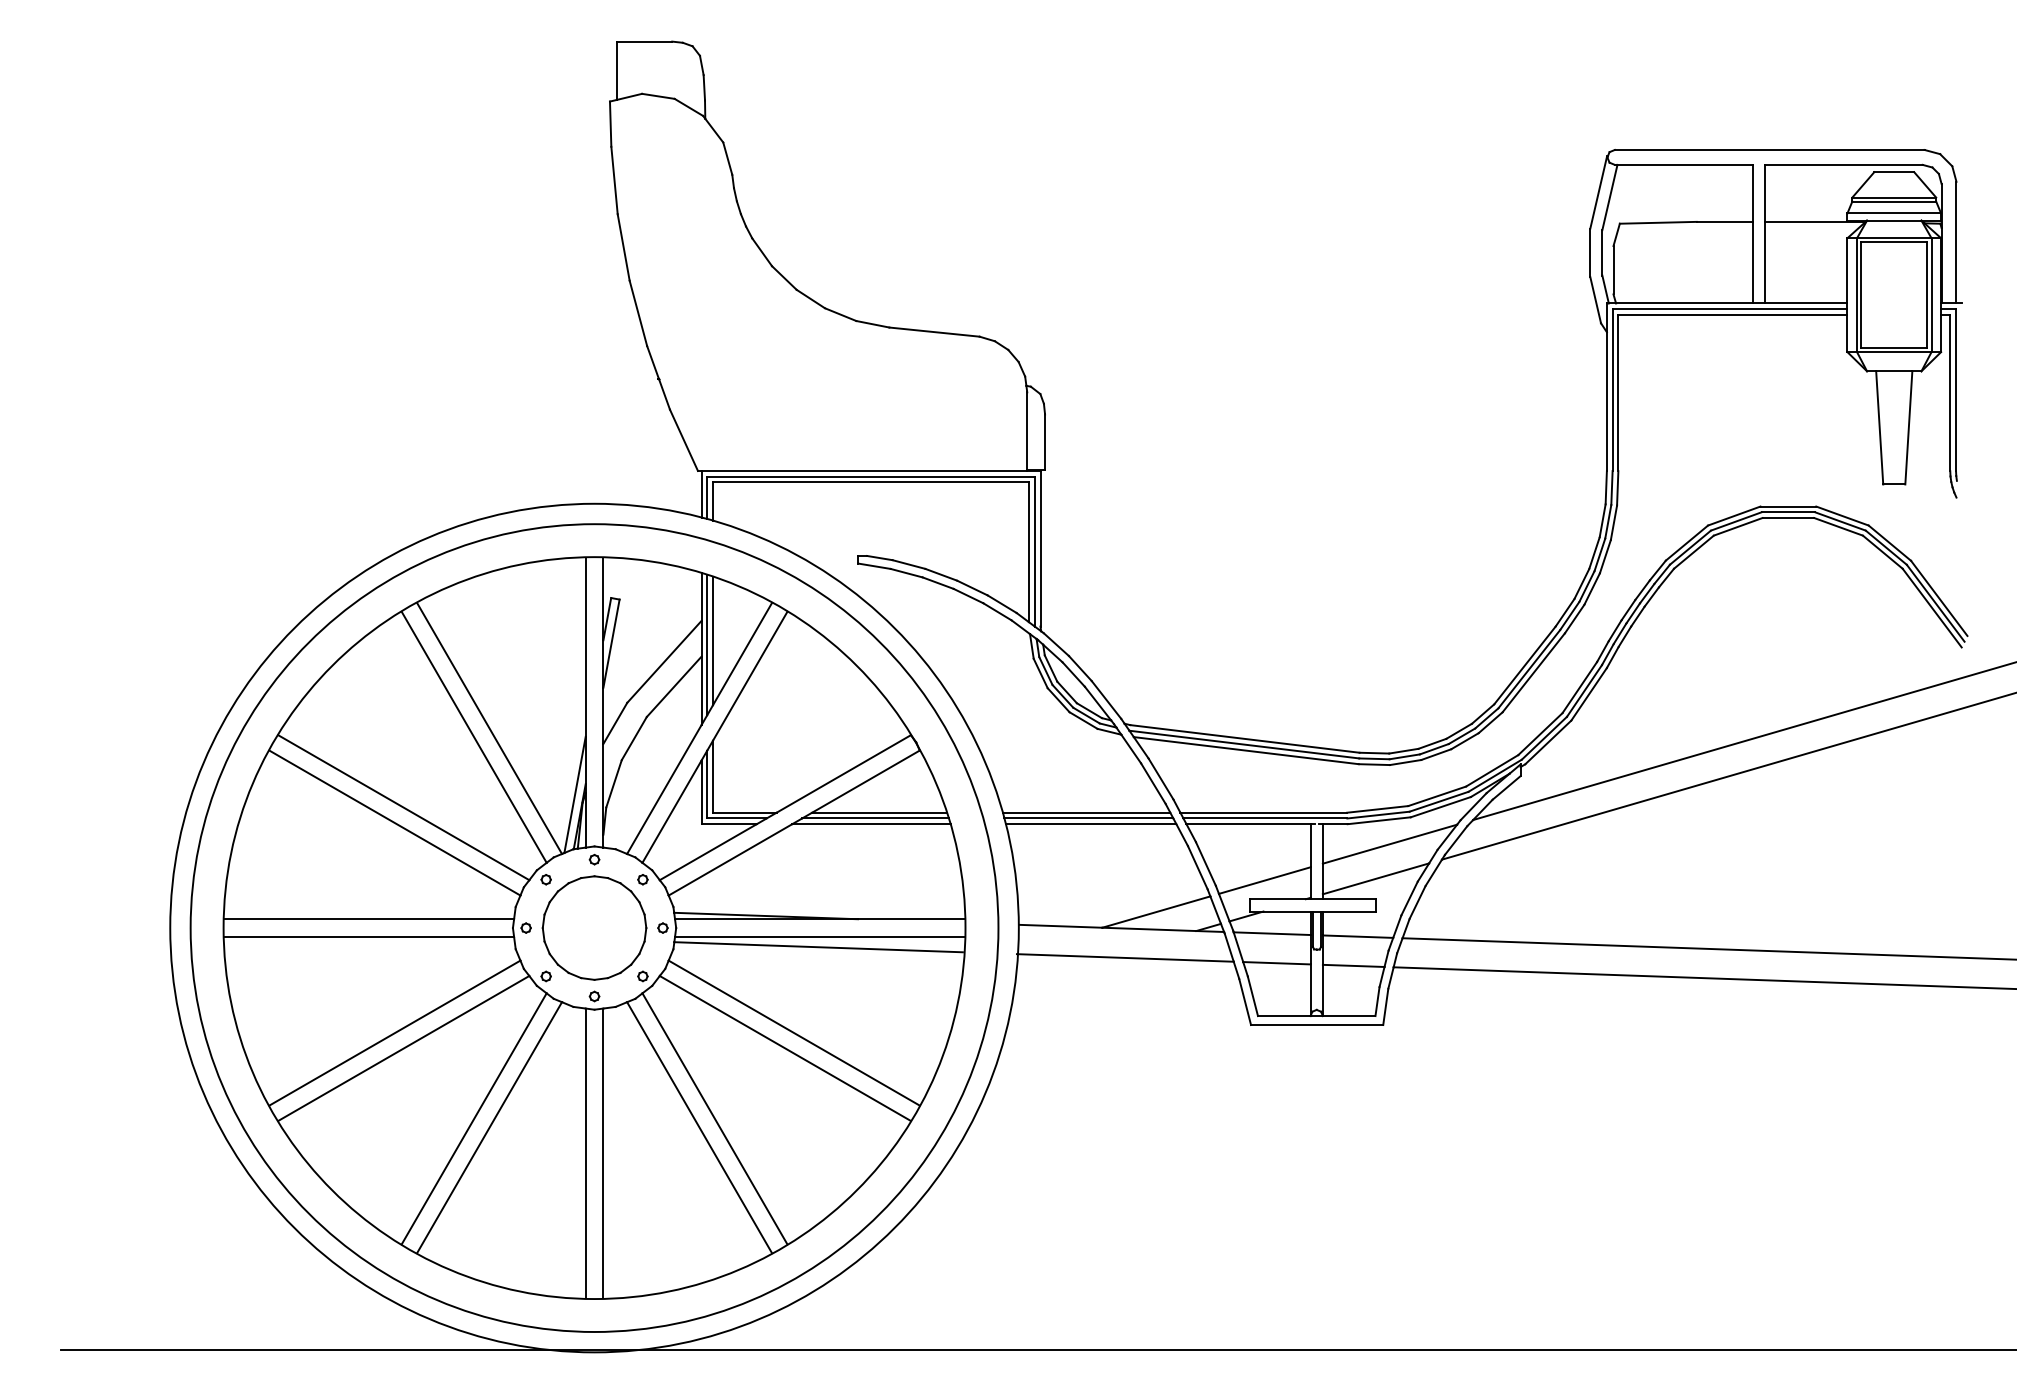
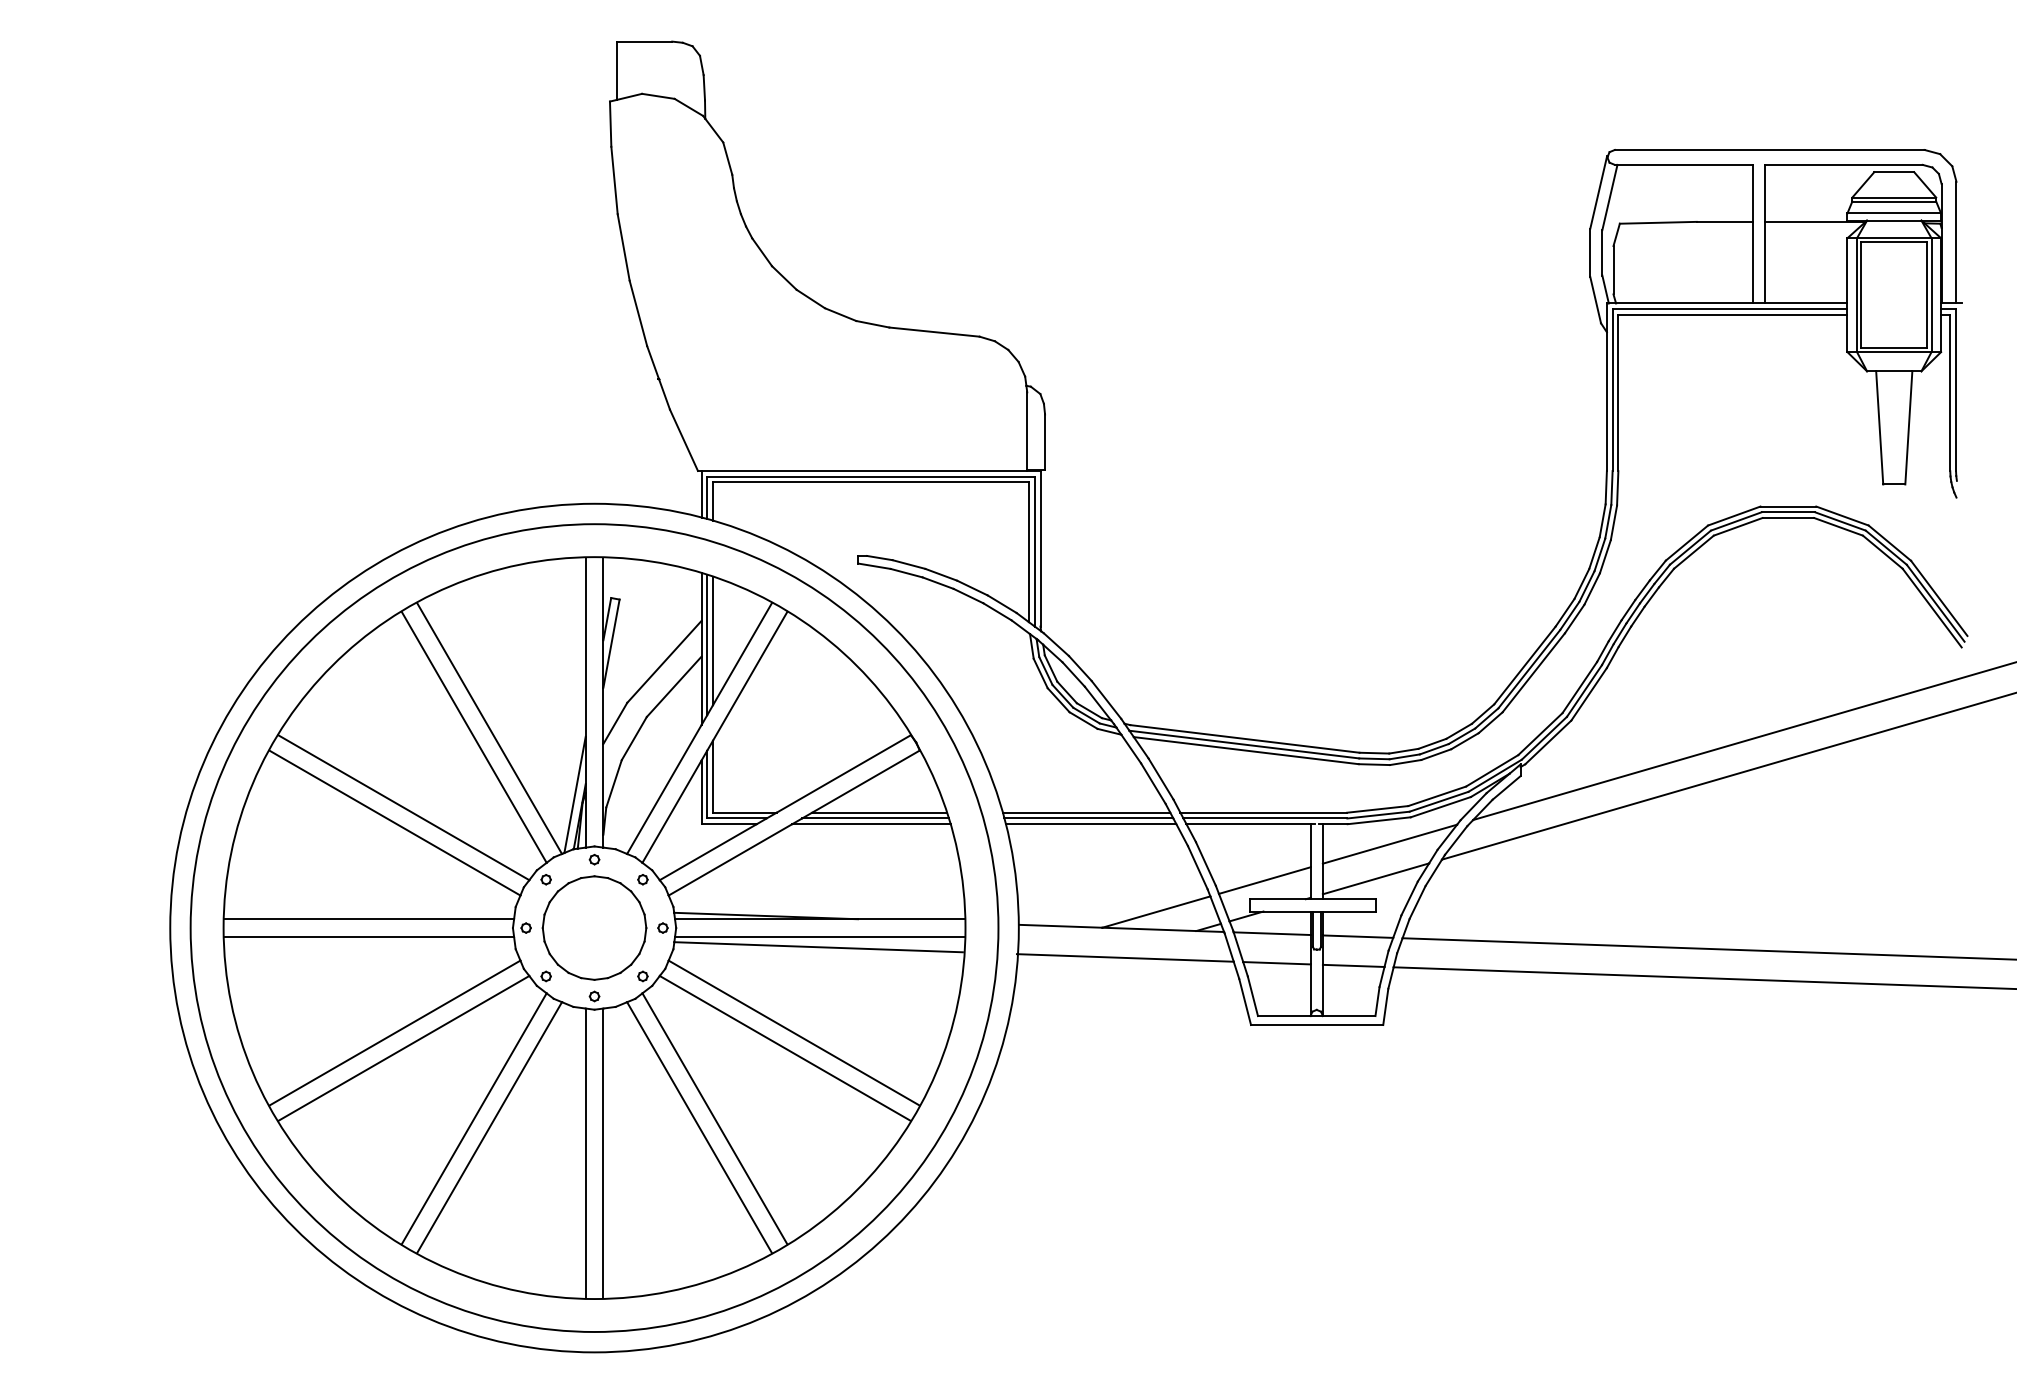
line at (1036, 1349): present -> none
